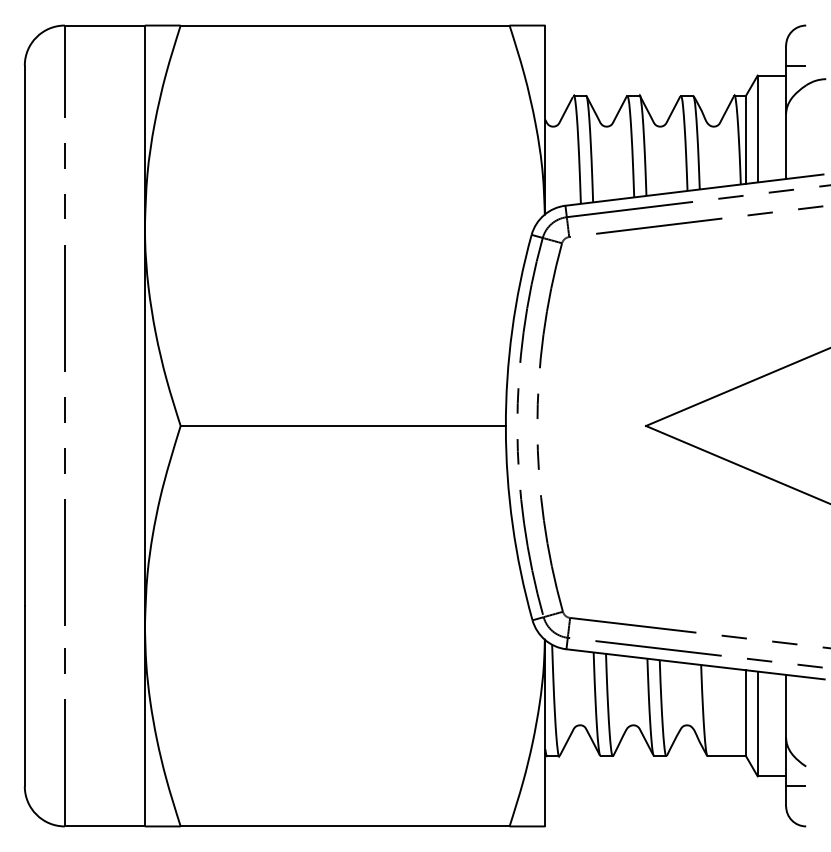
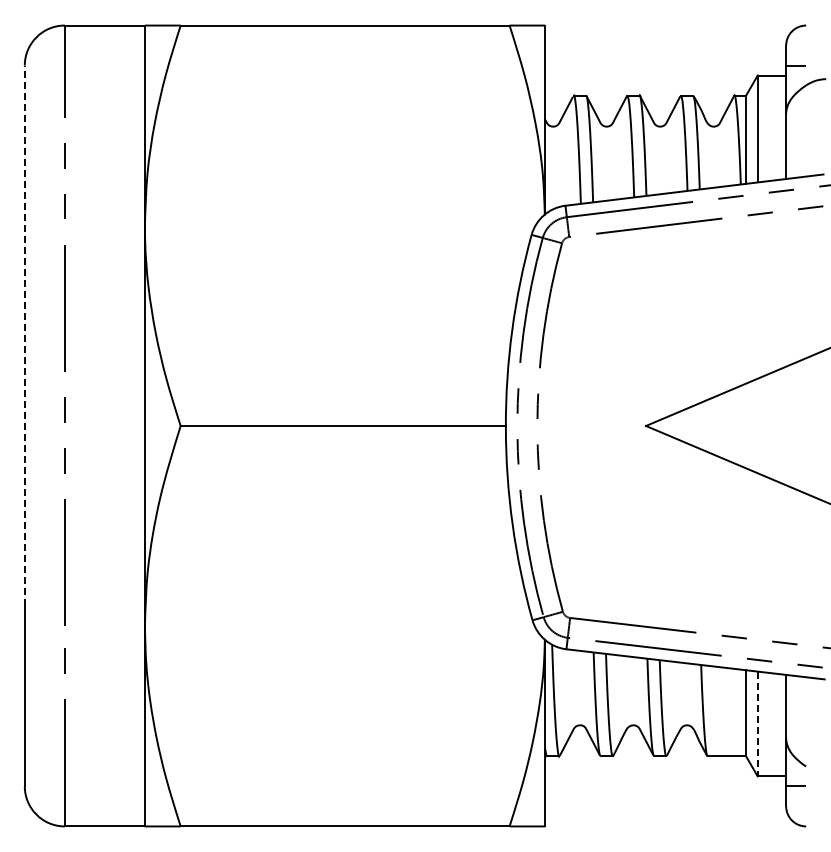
line at (24, 335): solid -> dashed
line at (757, 724): solid -> dashed
